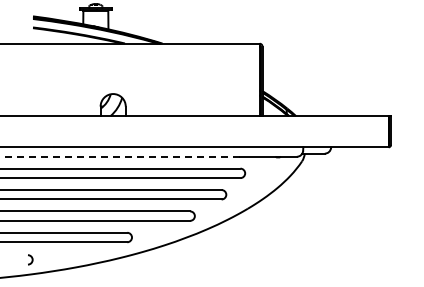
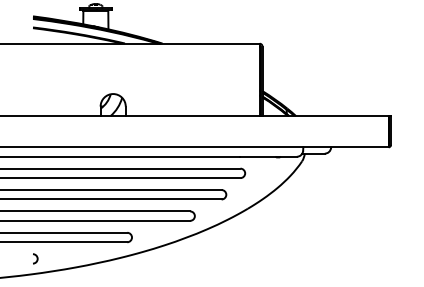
line at (120, 156): dashed -> solid
arc at (31, 259) position: (31, 259) -> (36, 258)
